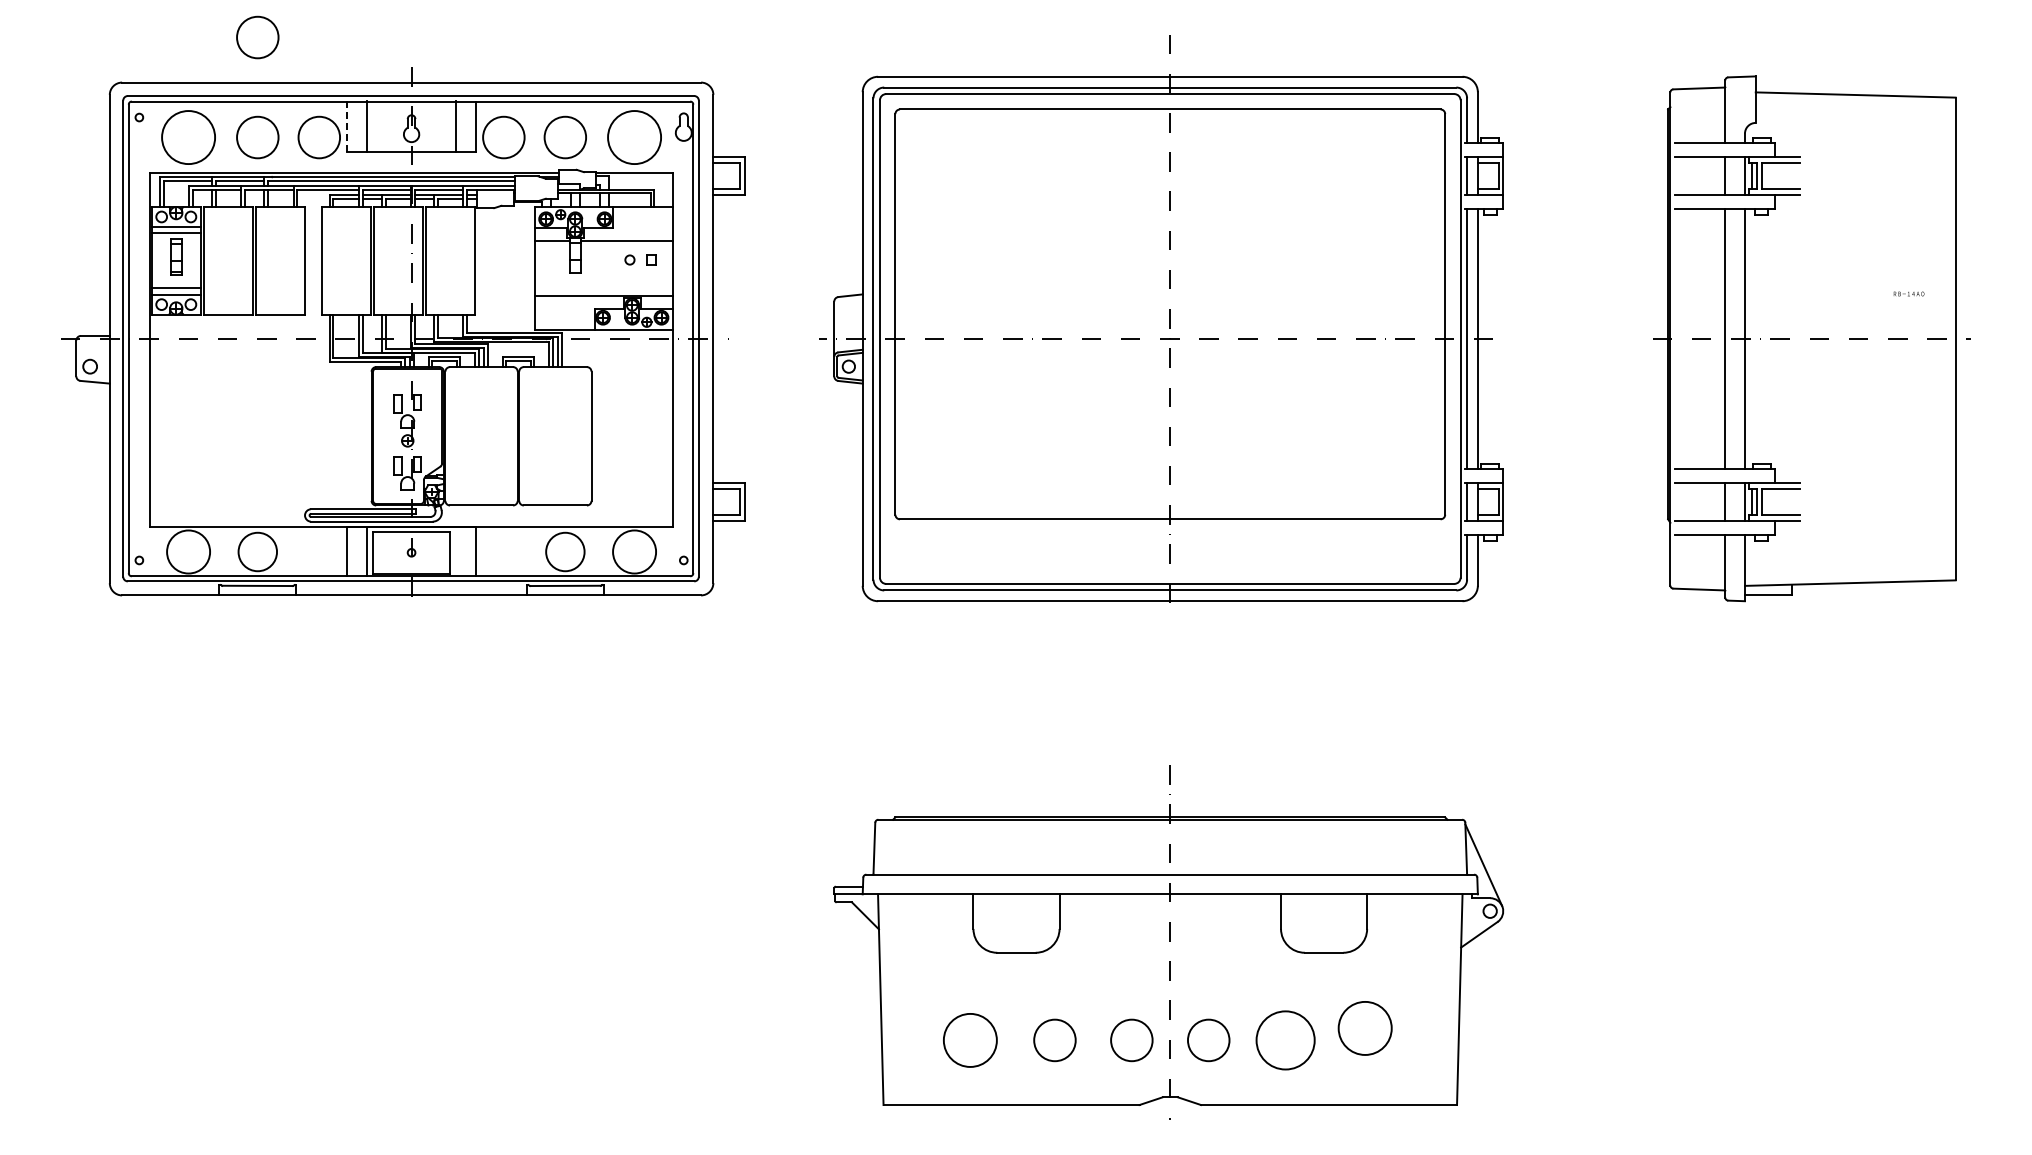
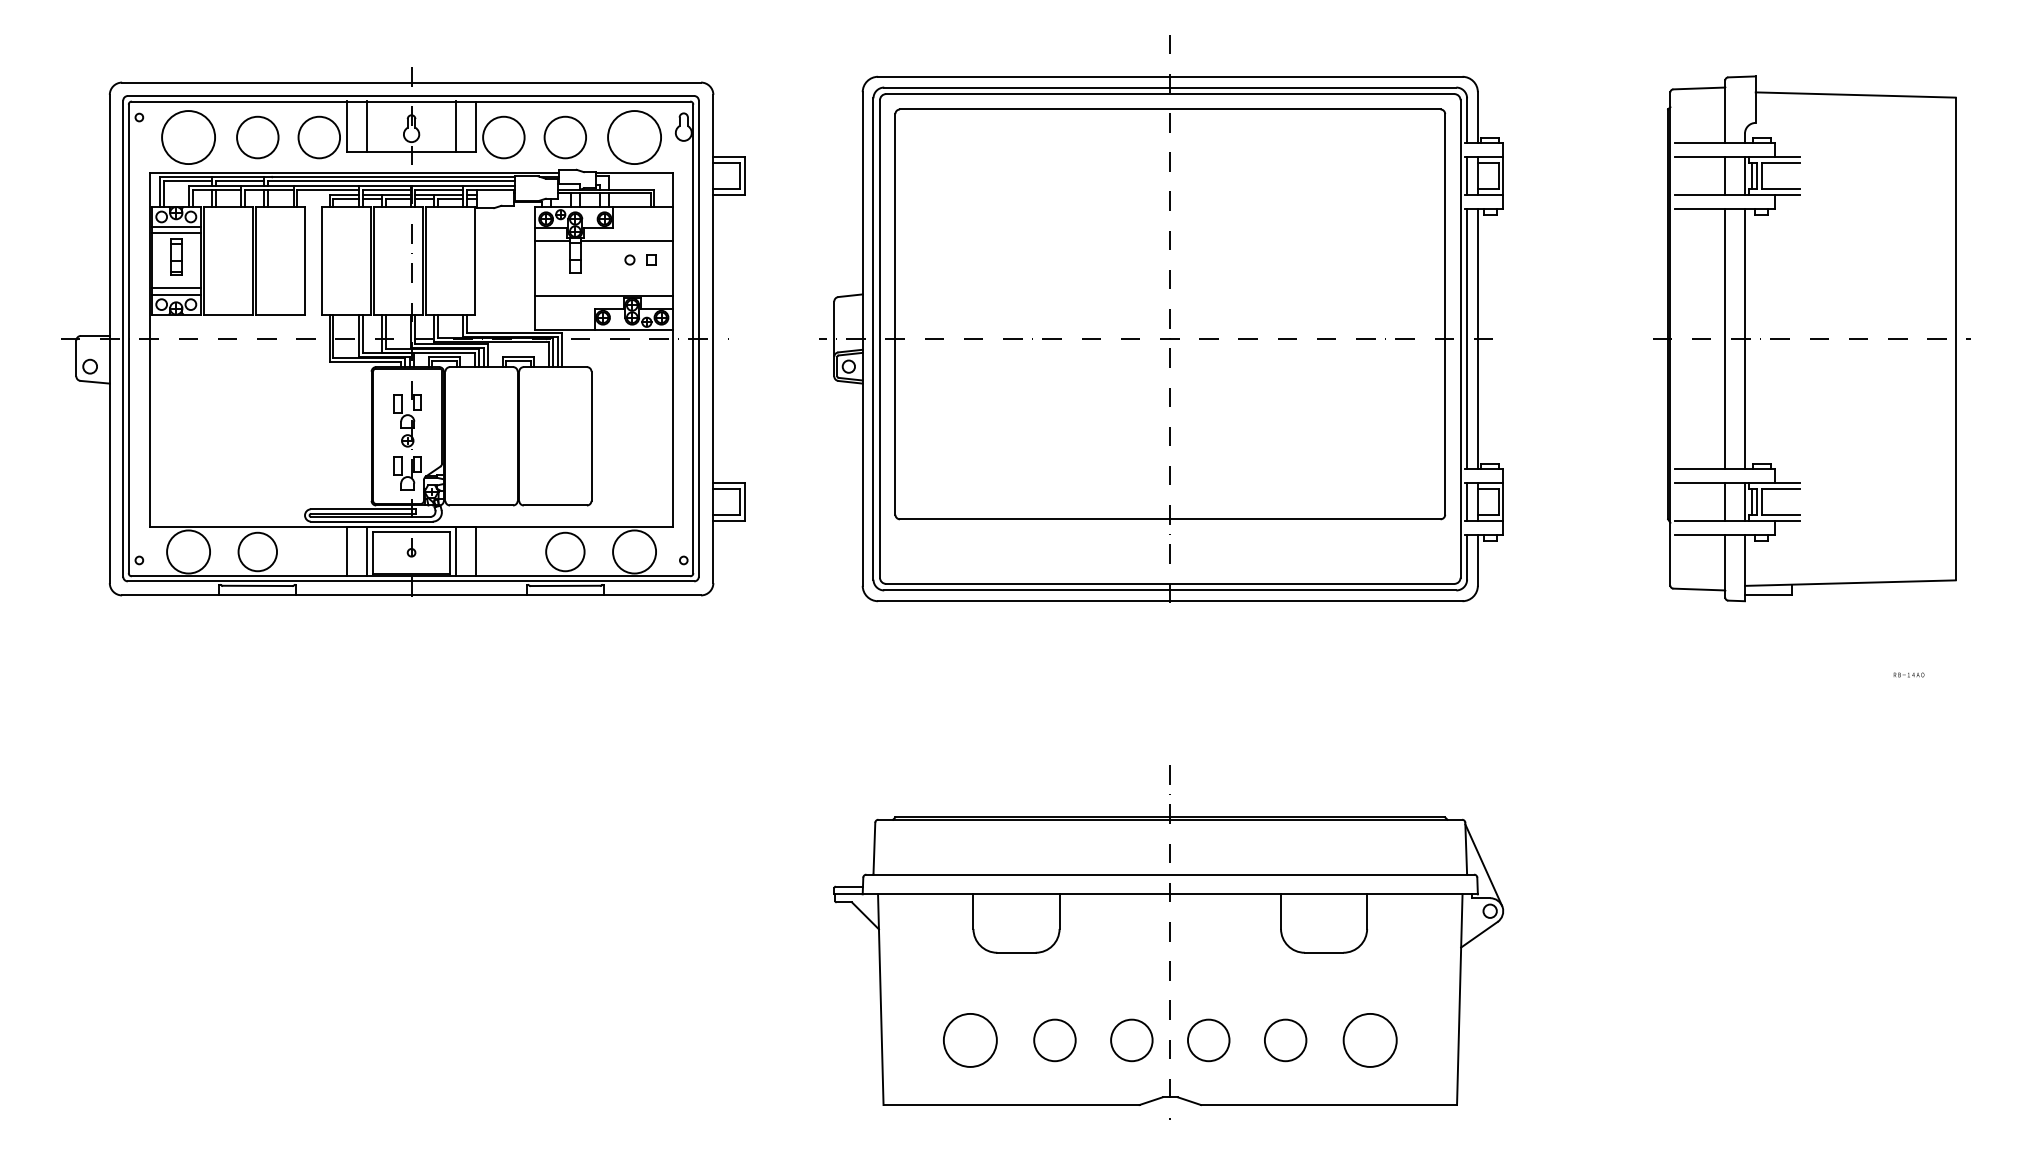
circle at (257, 37): present -> none
line at (347, 127): dashed -> solid
text at (1908, 293) position: (1908, 293) -> (1908, 674)
line at (456, 551): none -> present
circle at (1364, 1028) position: (1364, 1028) -> (1369, 1040)
circle at (1285, 1040) diameter: 58 px -> 42 px
